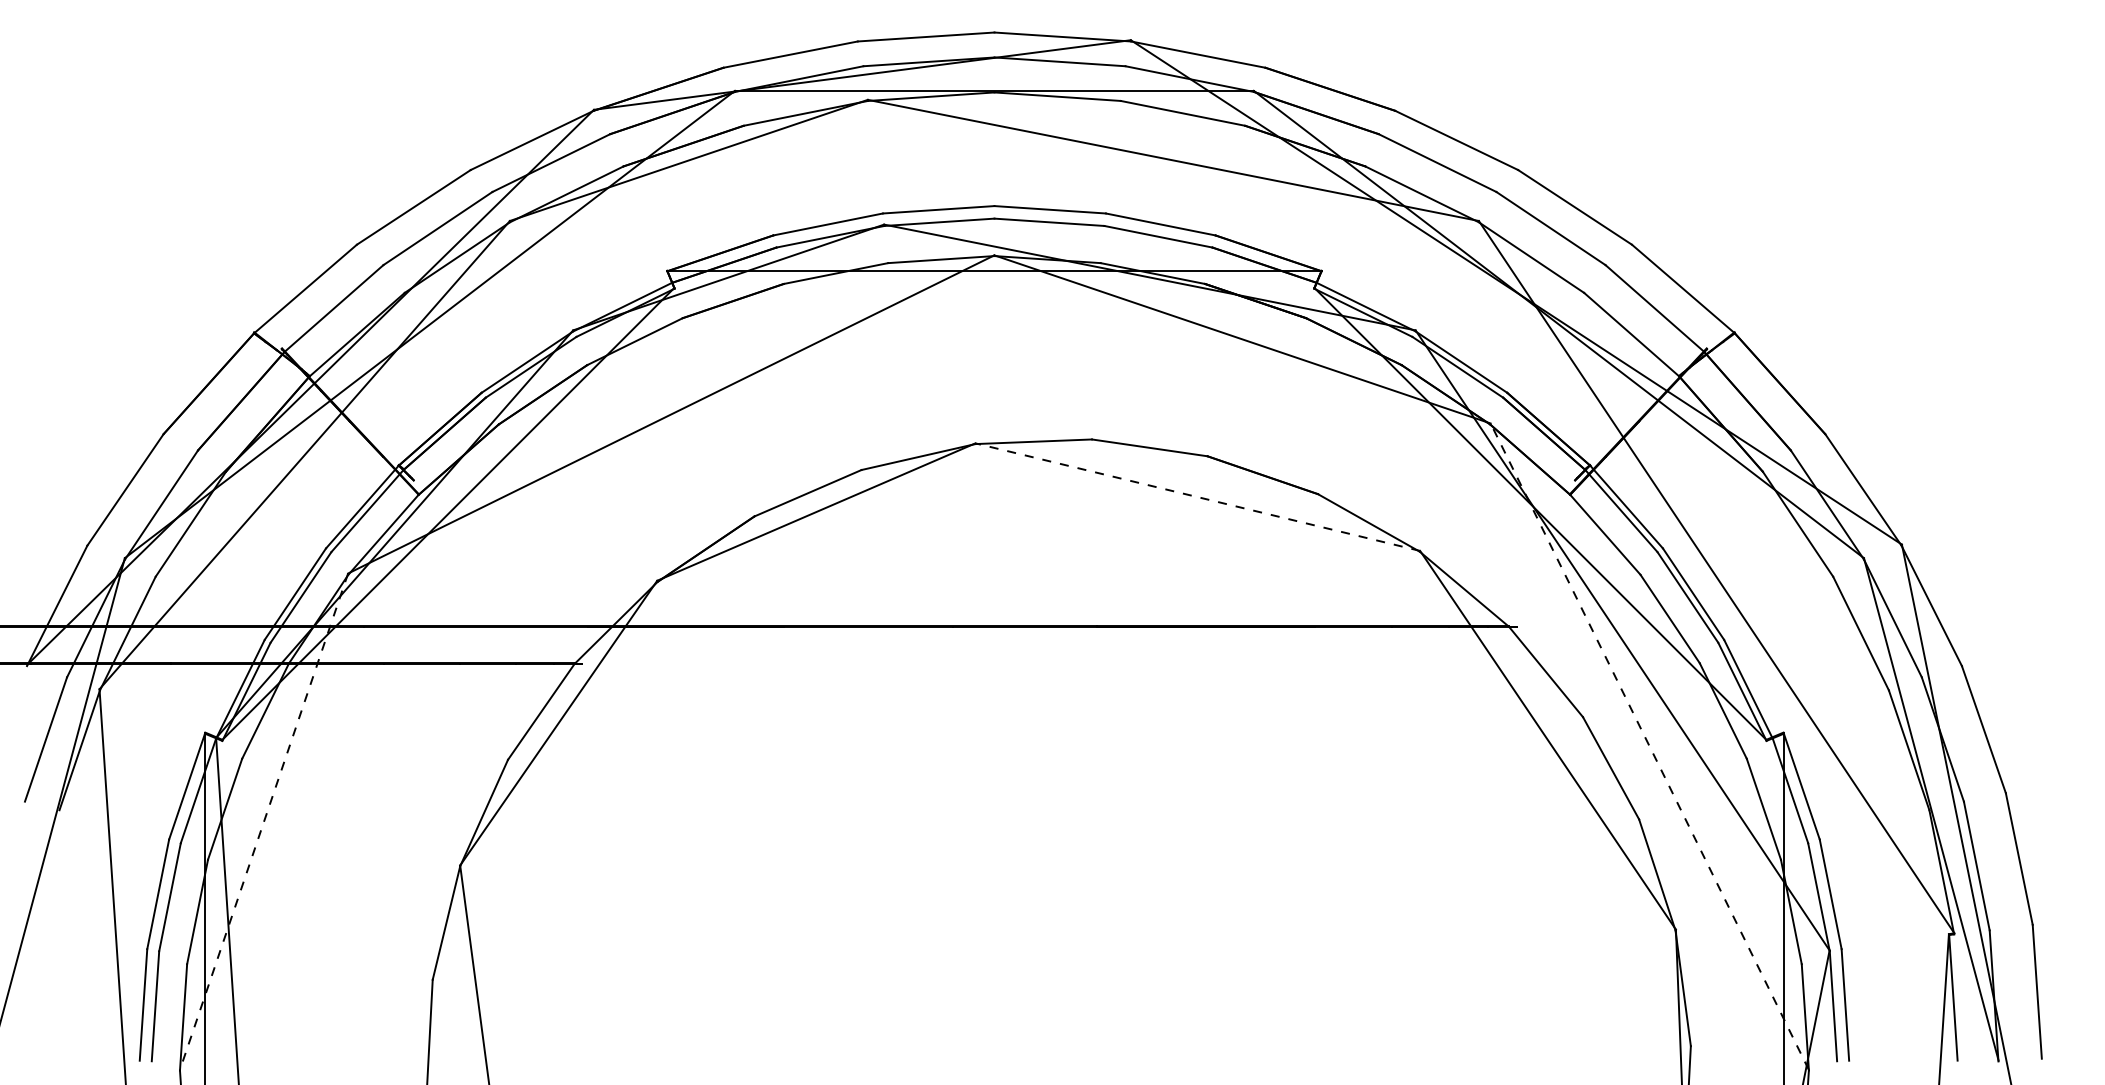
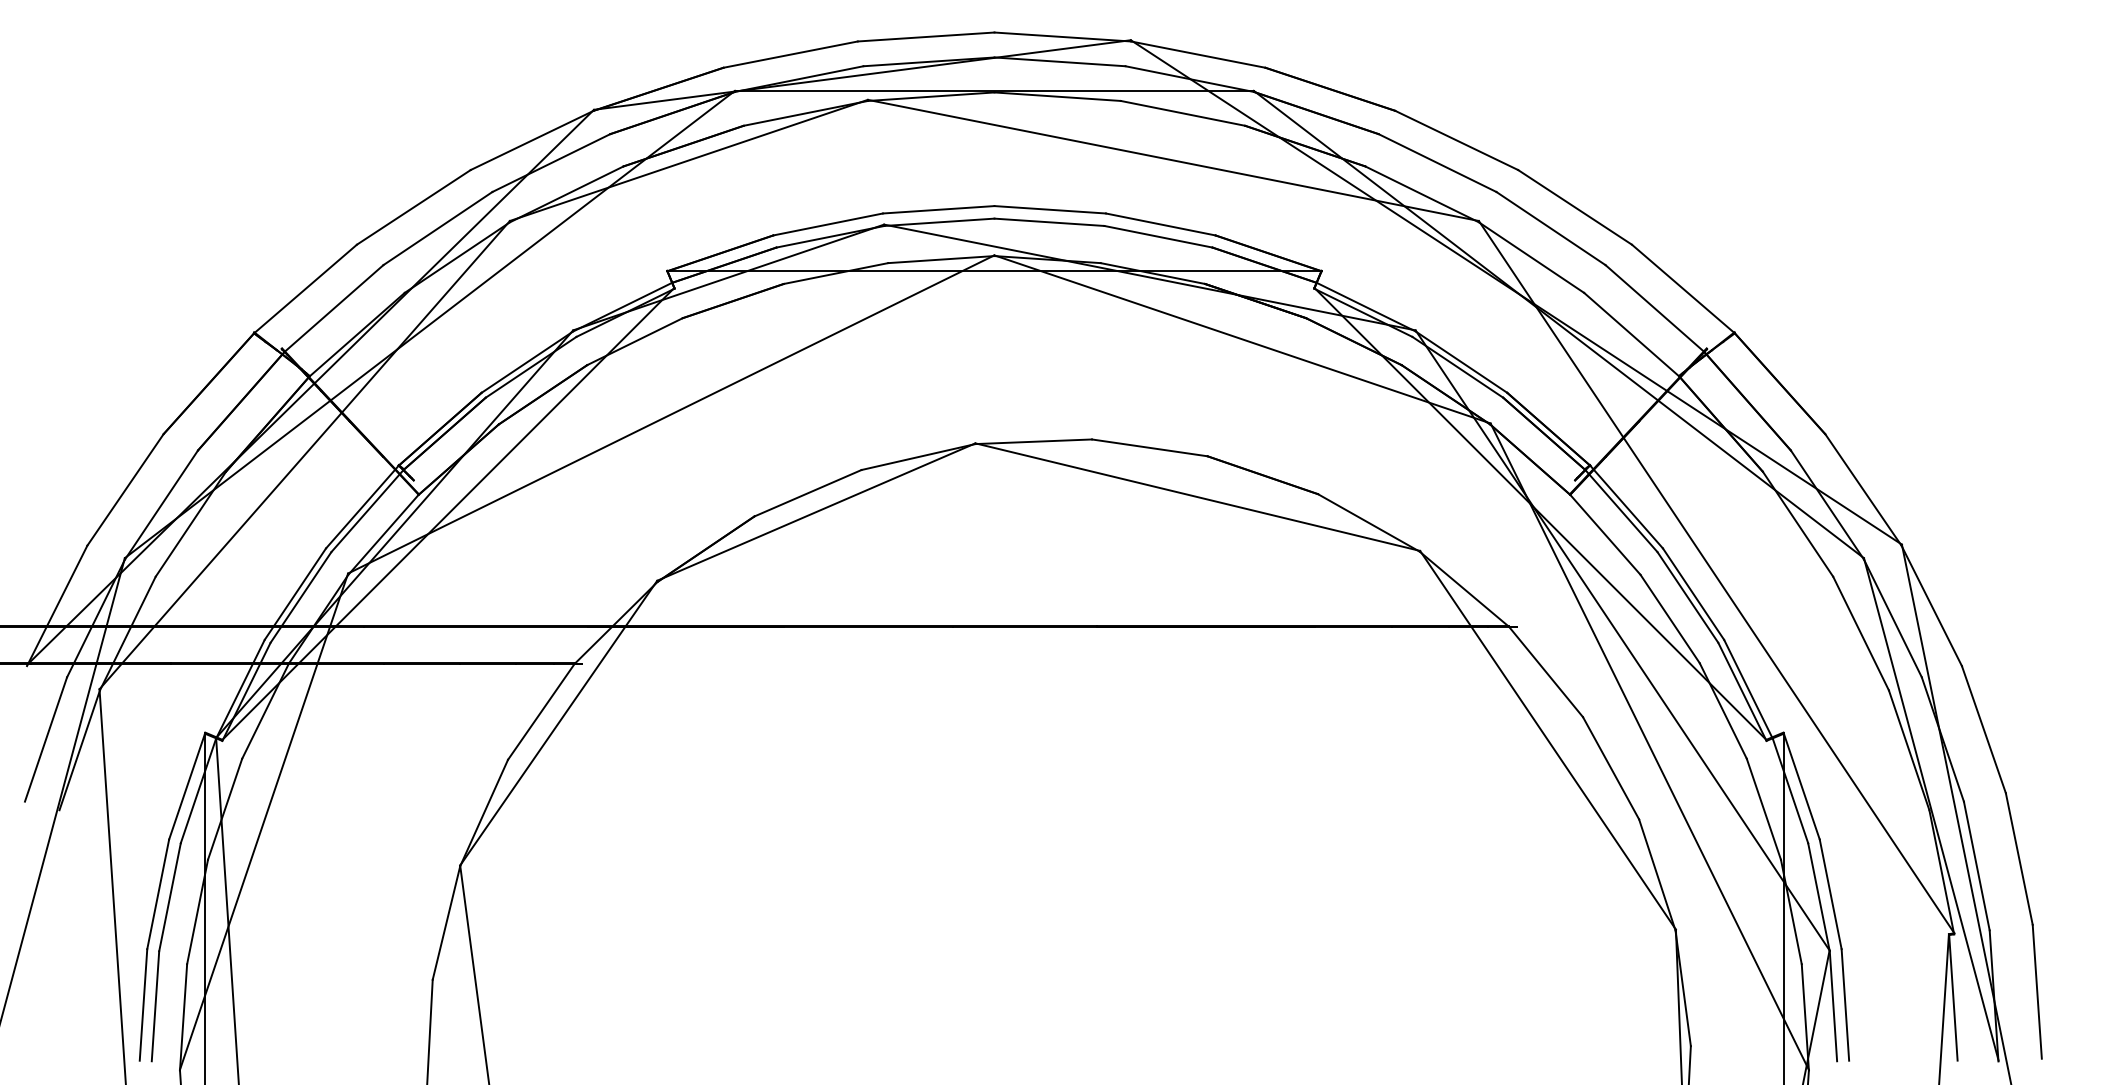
line at (1197, 497): dashed -> solid
line at (1649, 746): dashed -> solid
line at (264, 821): dashed -> solid
